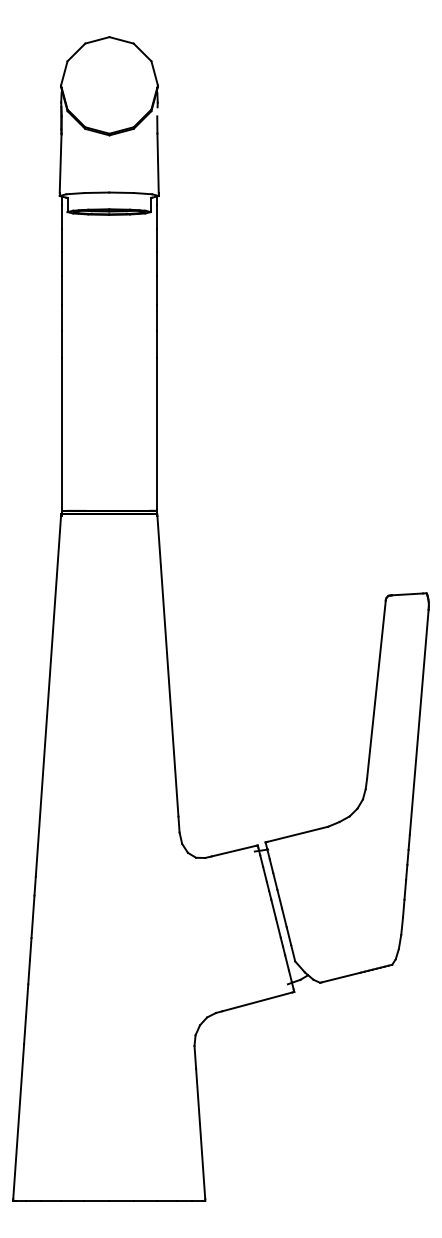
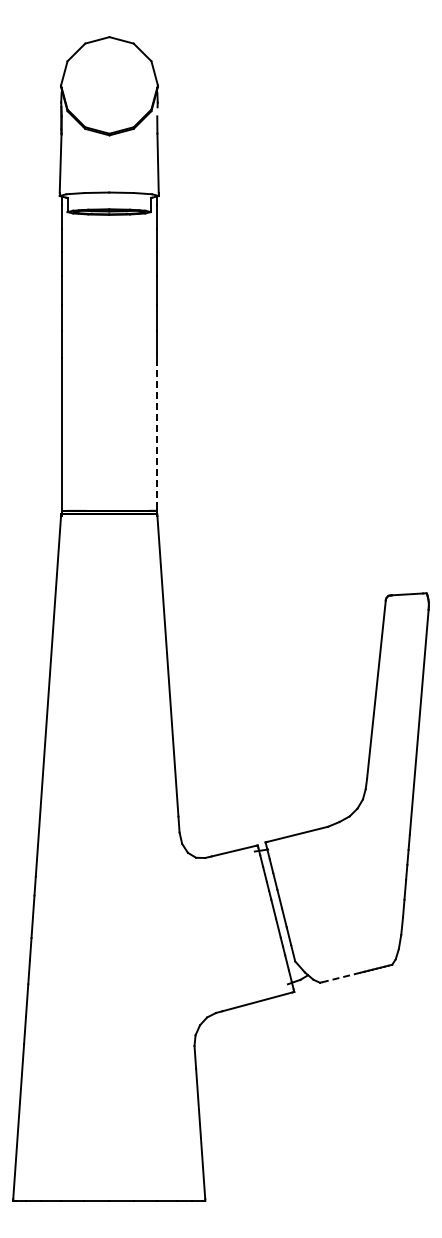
line at (156, 433): solid -> dashed
line at (341, 977): solid -> dashed
